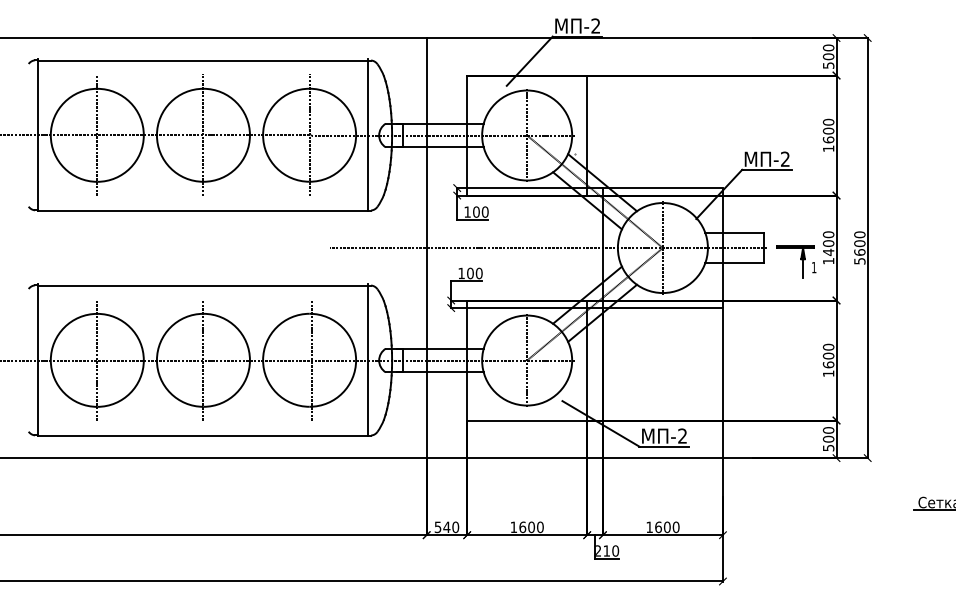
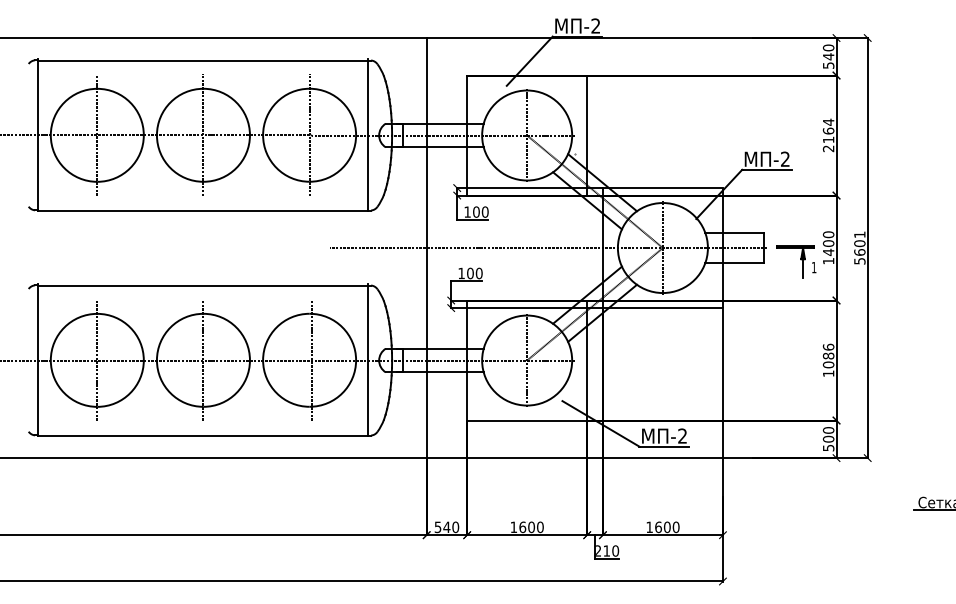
text at (828, 56): 500 -> 540
text at (828, 135): 1600 -> 2164
text at (859, 234): 5600 -> 5601
text at (828, 355): 1600 -> 1086
